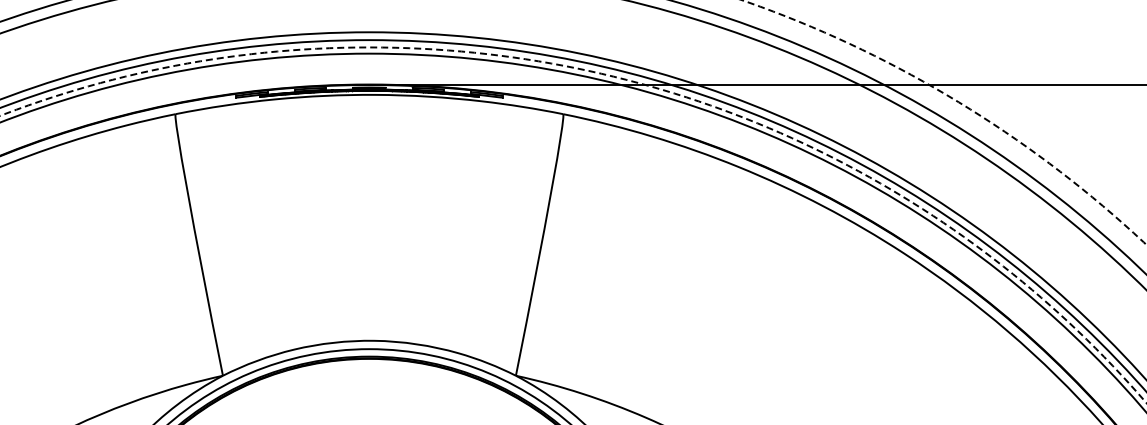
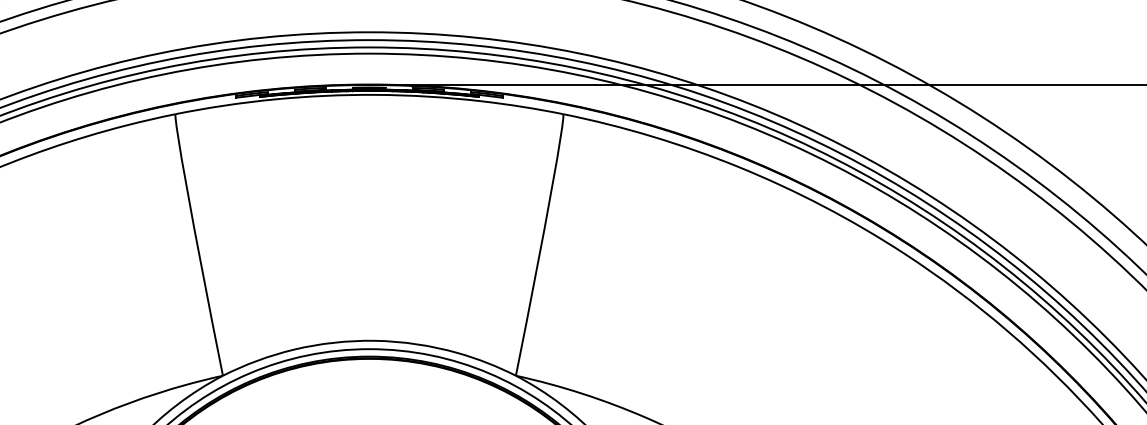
circle at (943, 122): dashed -> solid
circle at (573, 225): dashed -> solid
